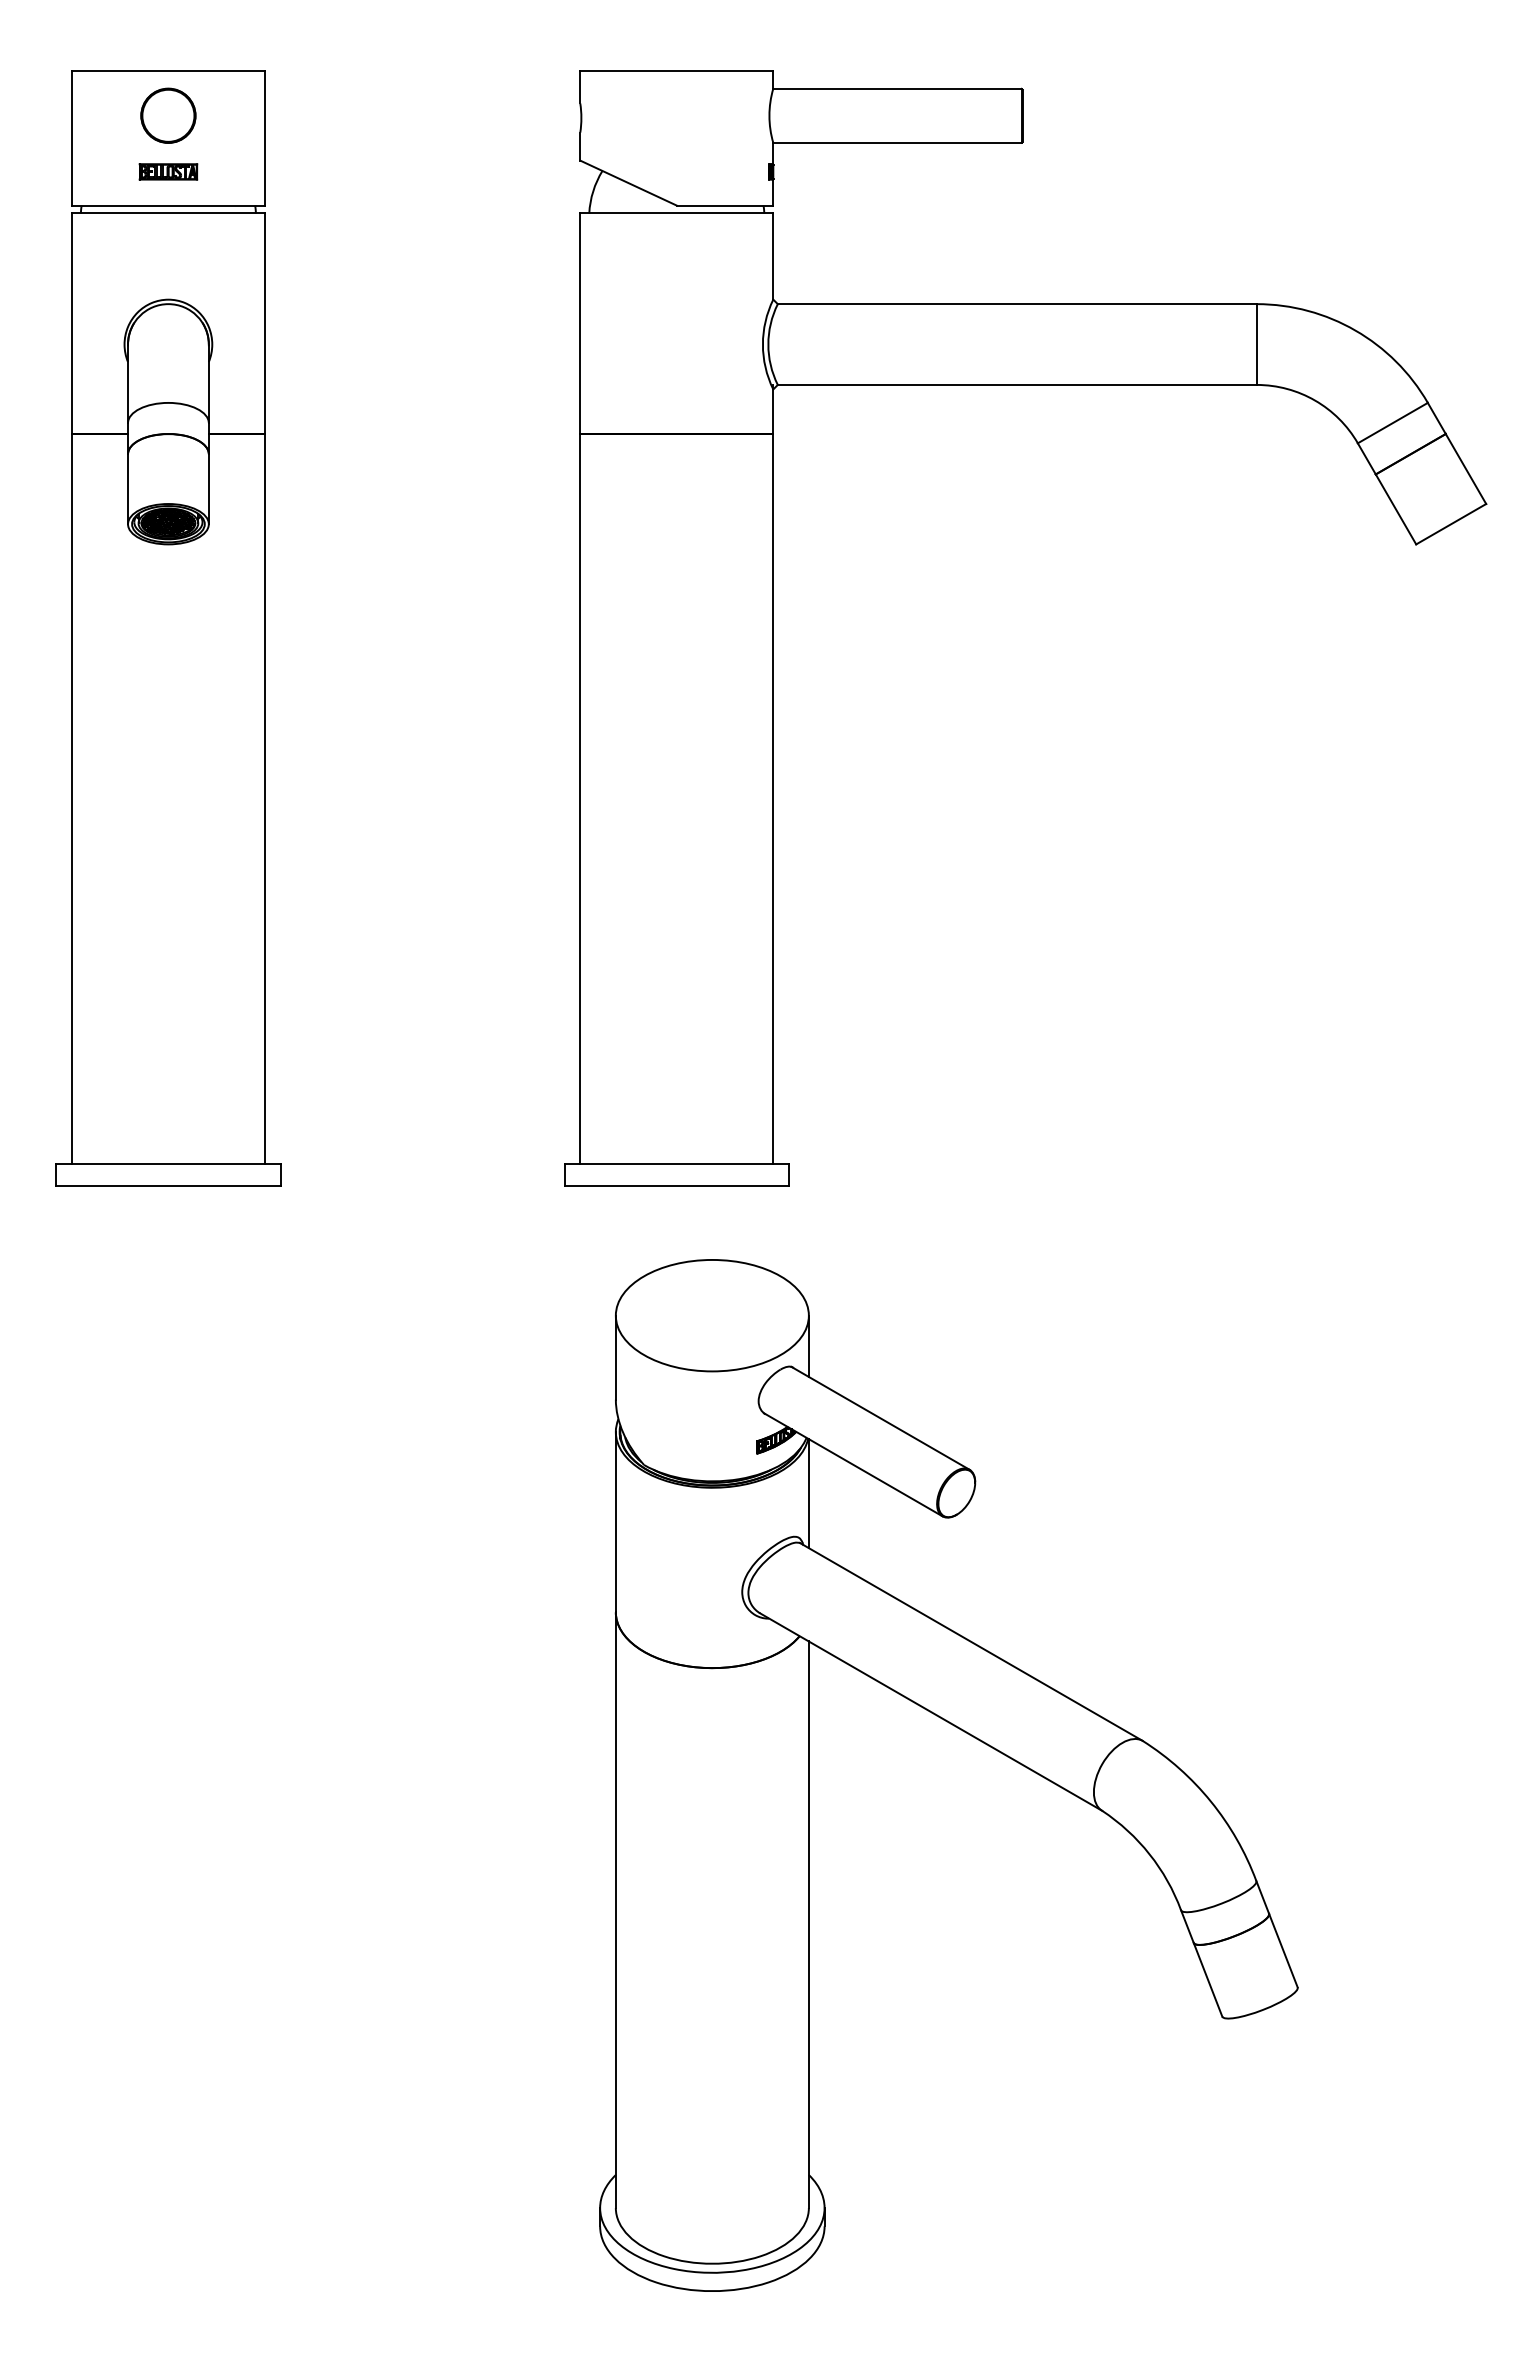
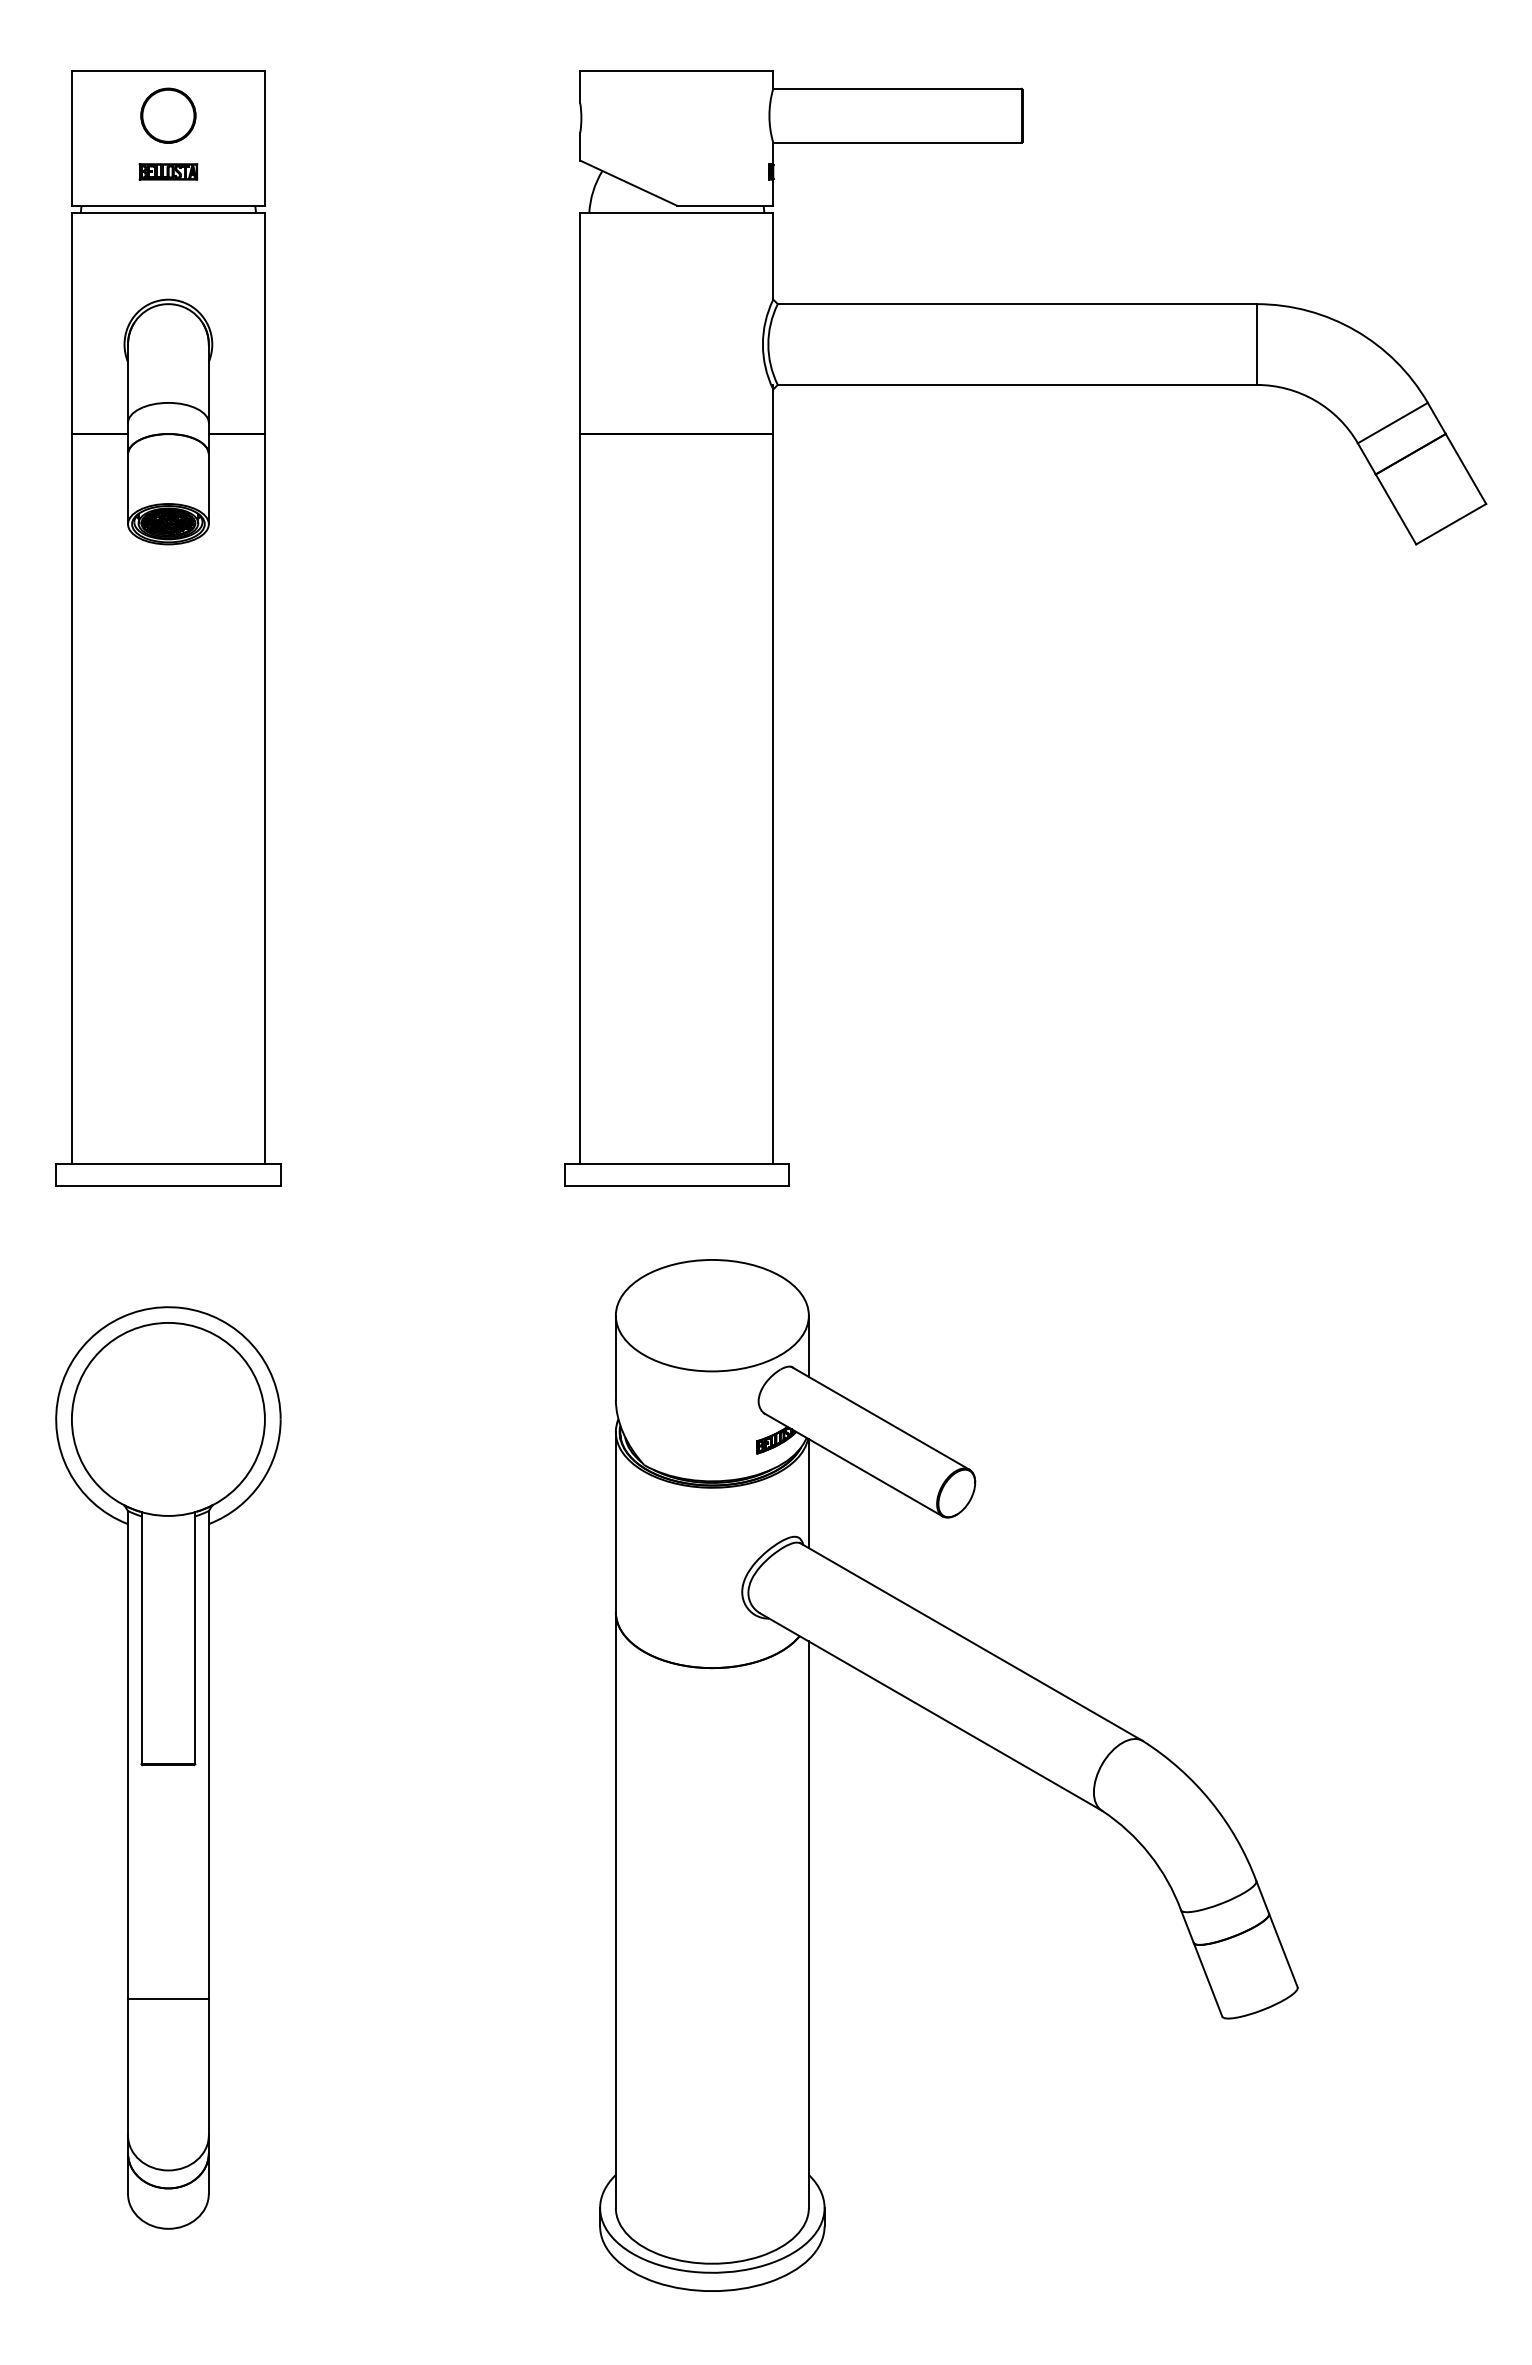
part at (168, 1767): none -> present
